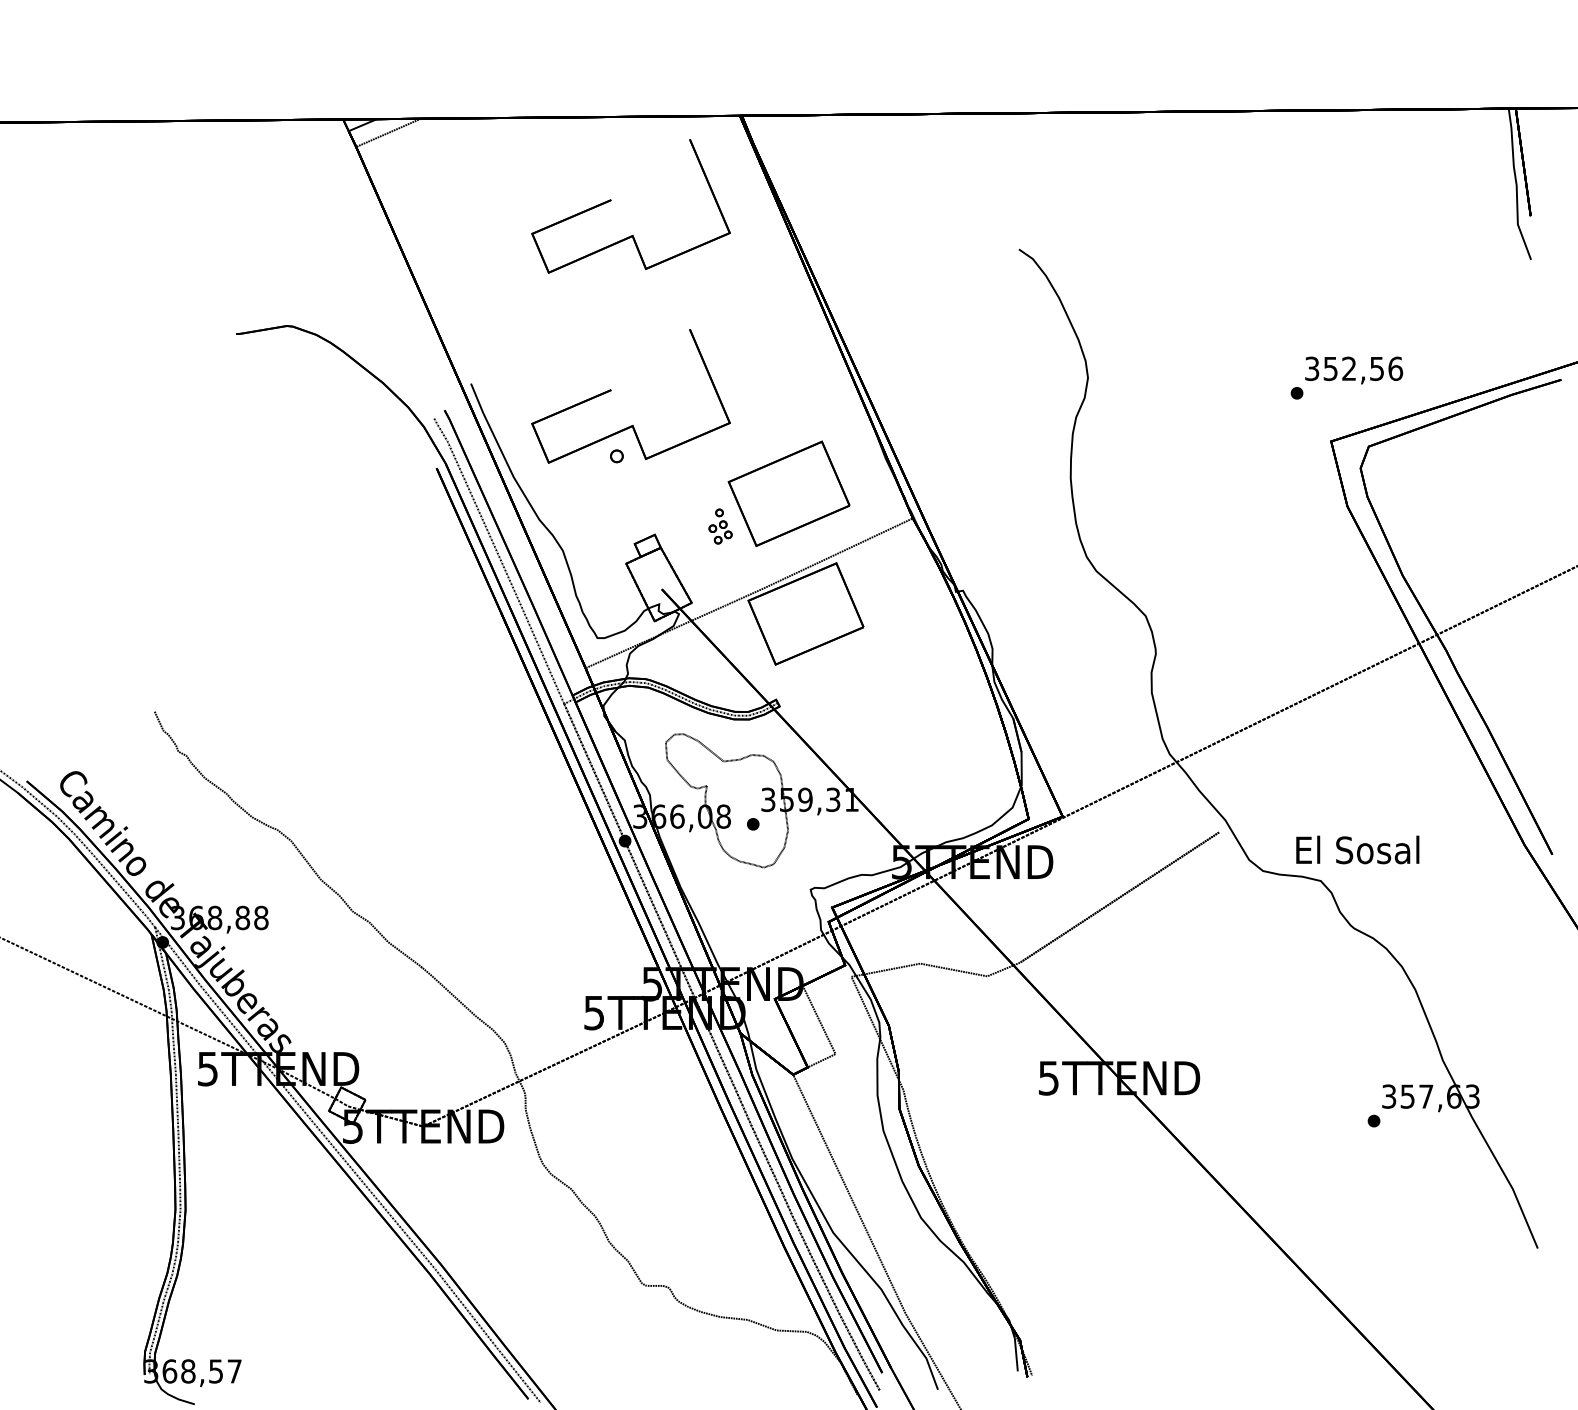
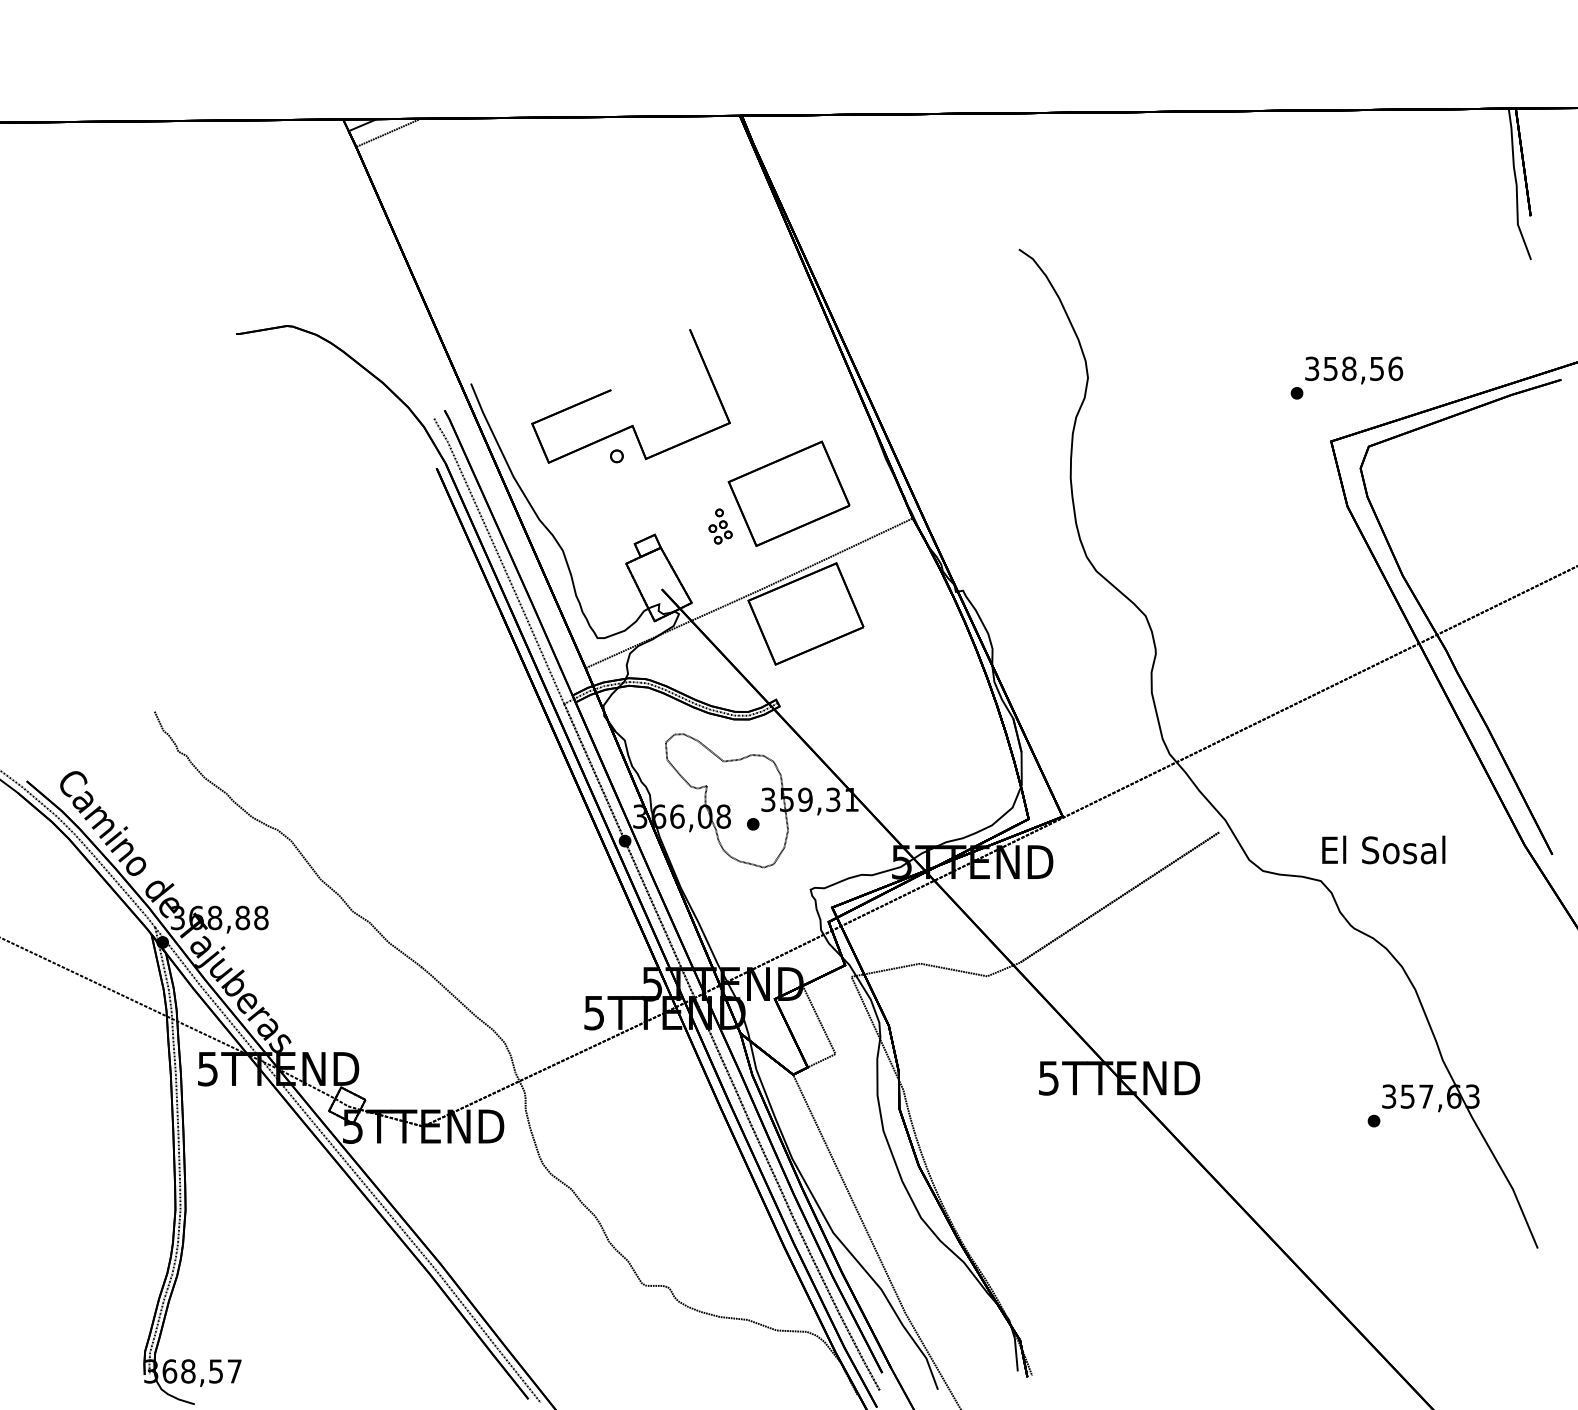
part at (611, 201): present -> none
text at (1349, 368): 352,56 -> 358,56
text at (1357, 849) position: (1357, 849) -> (1383, 849)
